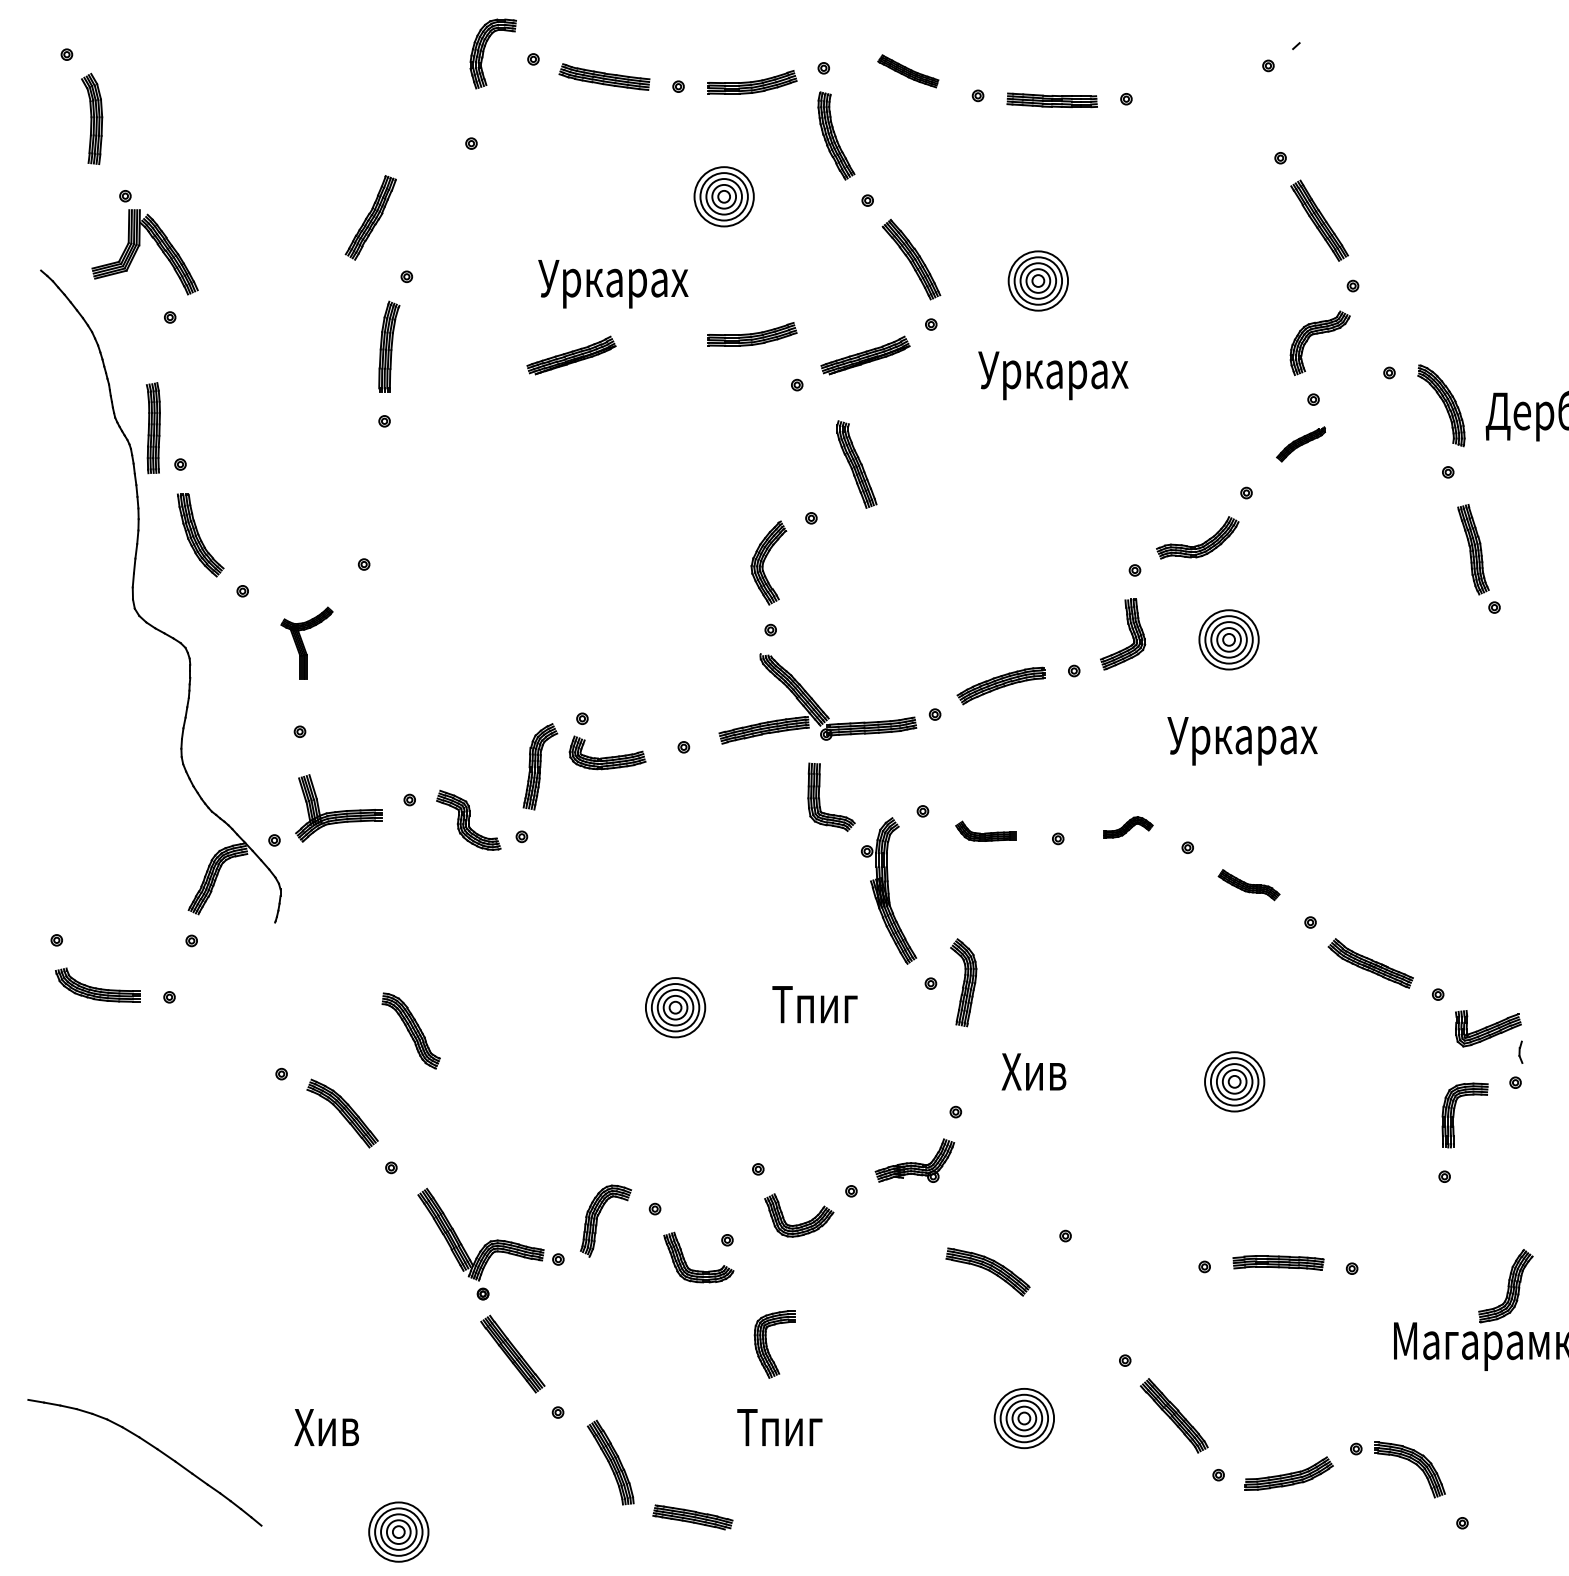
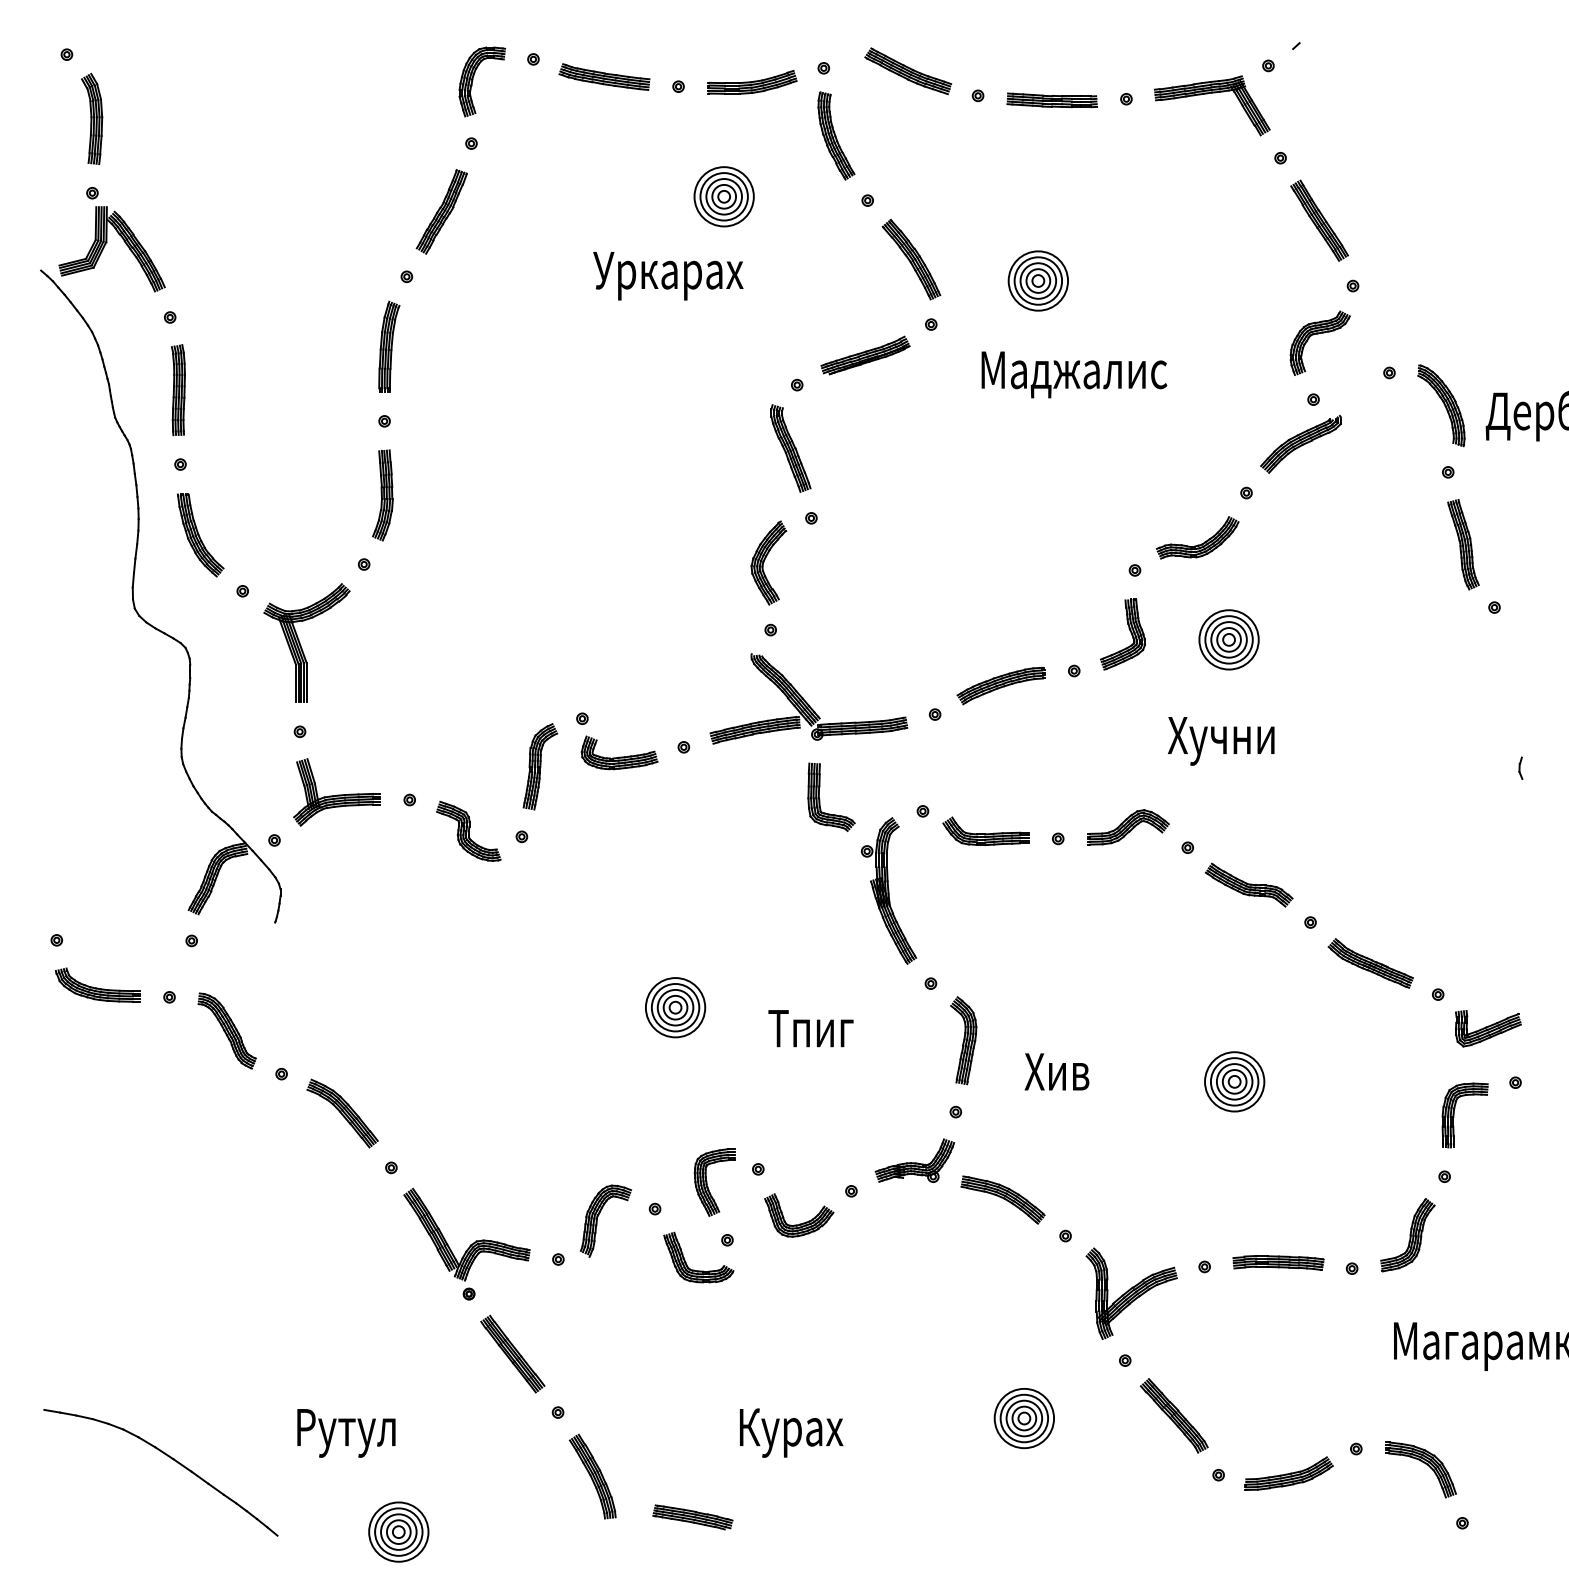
part at (484, 52) position: (484, 52) -> (473, 80)
part at (908, 71) size: 63x35 px -> 89x49 px
part at (1212, 93): none -> present
part at (370, 217) position: (370, 217) -> (441, 211)
part at (144, 242) position: (144, 242) -> (111, 239)
text at (613, 284) position: (613, 284) -> (668, 276)
part at (752, 334): present -> none
part at (571, 355): present -> none
text at (1072, 375): Уркарах -> Маджалис
part at (152, 428) position: (152, 428) -> (177, 390)
part at (1300, 444) size: 50x37 px -> 82x59 px
part at (856, 464) position: (856, 464) -> (790, 448)
part at (382, 495): none -> present
part at (1473, 549) position: (1473, 549) -> (1463, 544)
part at (306, 642) size: 54x74 px -> 88x120 px
part at (817, 698) position: (817, 698) -> (808, 698)
text at (1242, 741): Уркарах -> Хучни
part at (607, 752) position: (607, 752) -> (619, 752)
part at (338, 808) position: (338, 808) -> (336, 792)
part at (468, 819) position: (468, 819) -> (468, 830)
part at (1128, 827) size: 51x23 px -> 83x37 px
part at (985, 830) size: 62x22 px -> 88x31 px
part at (1248, 885) size: 64x33 px -> 90x46 px
part at (963, 982) position: (963, 982) -> (963, 1040)
text at (814, 1004) position: (814, 1004) -> (810, 1028)
part at (410, 1030) position: (410, 1030) -> (226, 1030)
part at (1520, 1051) position: (1520, 1051) -> (1520, 767)
text at (1033, 1071) position: (1033, 1071) -> (1056, 1071)
part at (480, 1243) position: (480, 1243) -> (466, 1243)
part at (987, 1271) position: (987, 1271) -> (1002, 1199)
part at (1505, 1286) position: (1505, 1286) -> (1407, 1235)
part at (1131, 1293): none -> present
part at (767, 1344) position: (767, 1344) -> (707, 1182)
text at (790, 1432): Тпиг -> Курах
text at (344, 1433): Хив -> Рутул
part at (152, 1447) position: (152, 1447) -> (168, 1457)
part at (610, 1462) position: (610, 1462) -> (592, 1476)
part at (1412, 1463) position: (1412, 1463) -> (1423, 1463)
